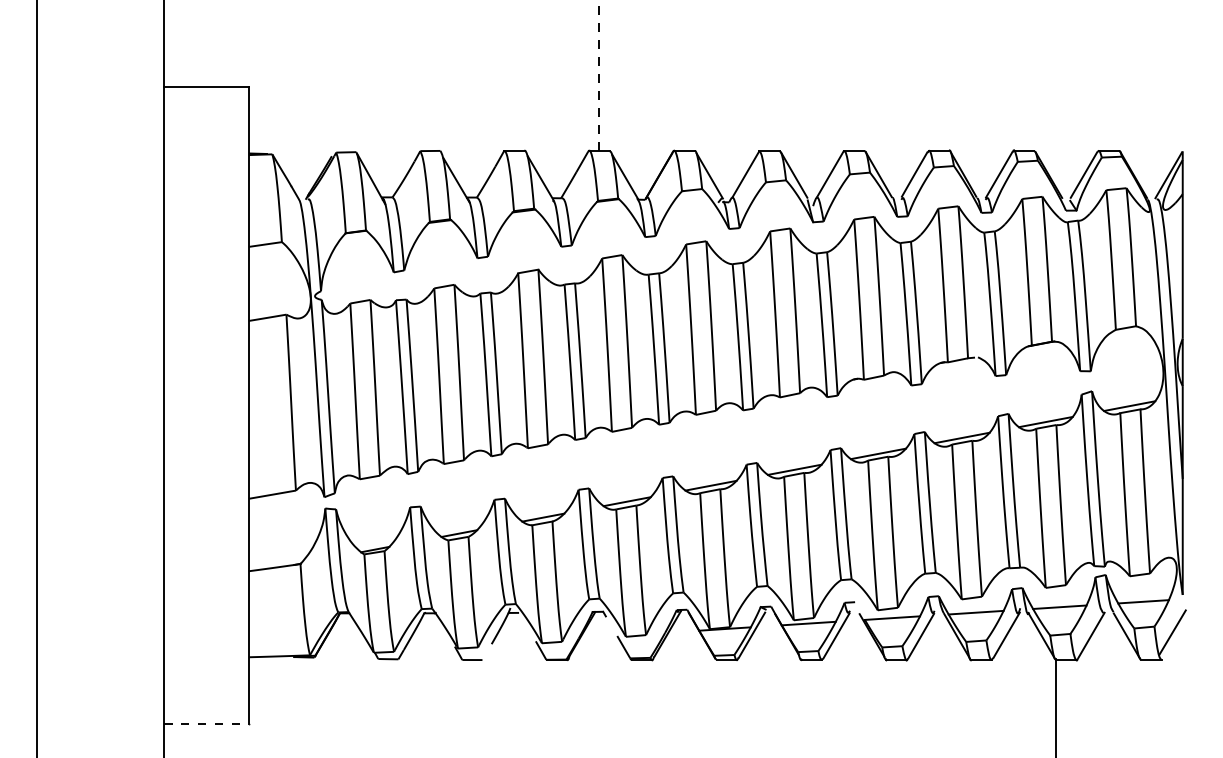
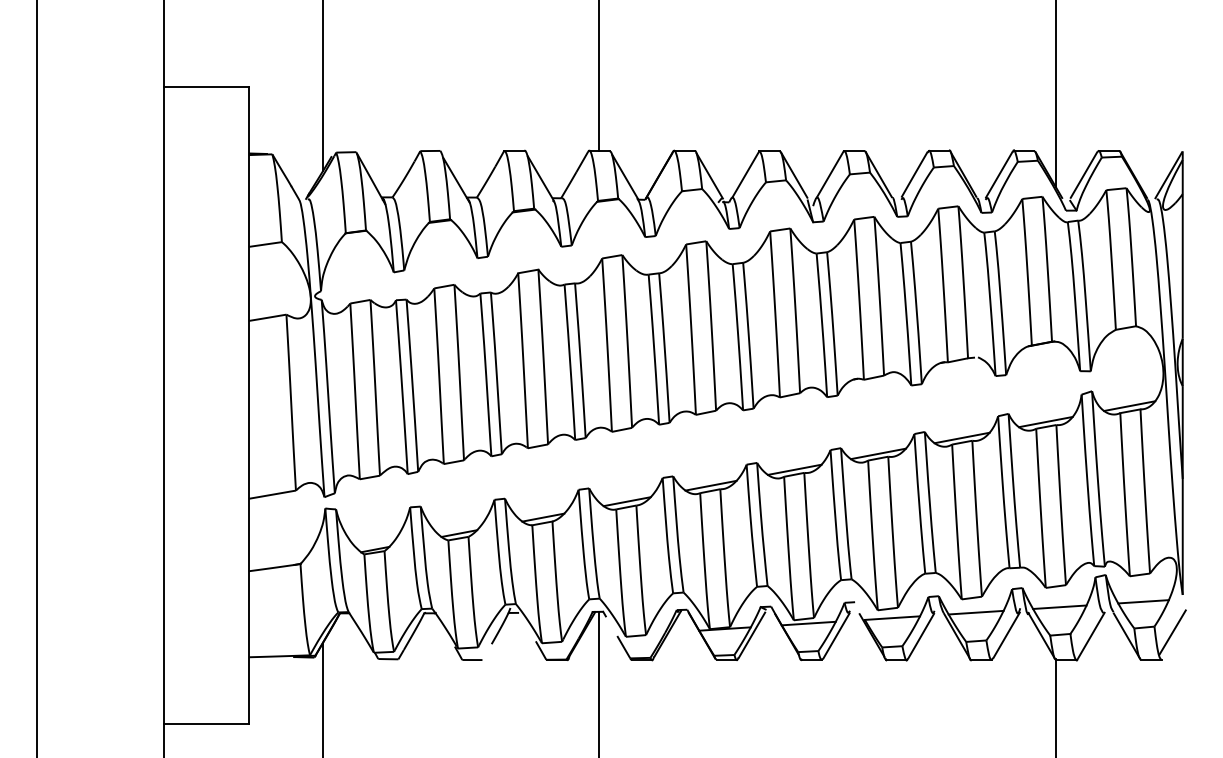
line at (598, 75): dashed -> solid
line at (323, 86): none -> present
line at (1055, 94): none -> present
line at (598, 682): none -> present
line at (323, 698): none -> present
line at (206, 723): dashed -> solid
